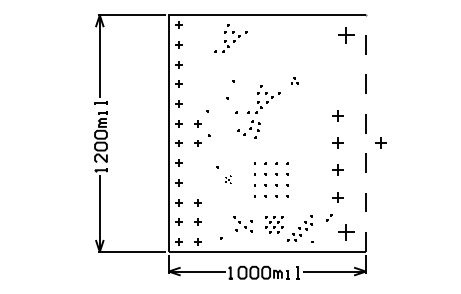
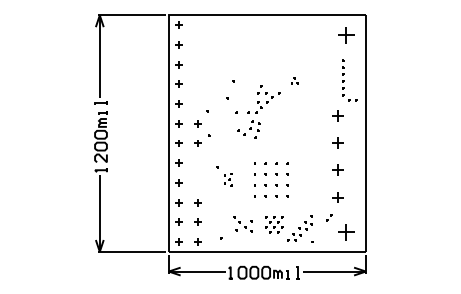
part at (230, 38): present -> none
part at (349, 80): none -> present
line at (365, 133): dashed -> solid
part at (380, 142): present -> none
part at (228, 179) size: 7x9 px -> 9x14 px
